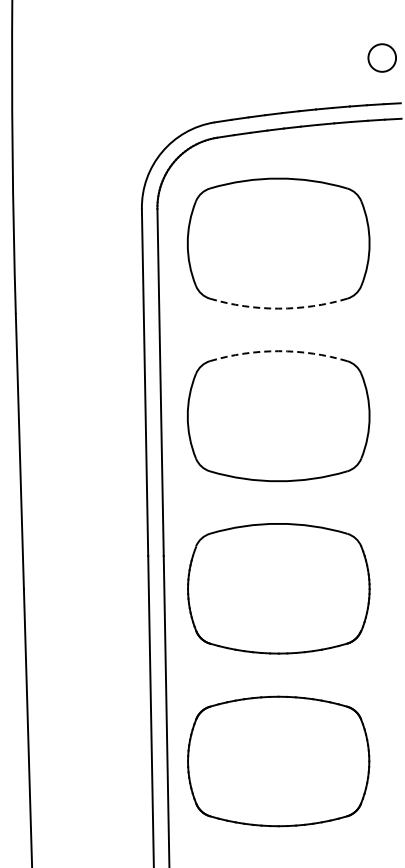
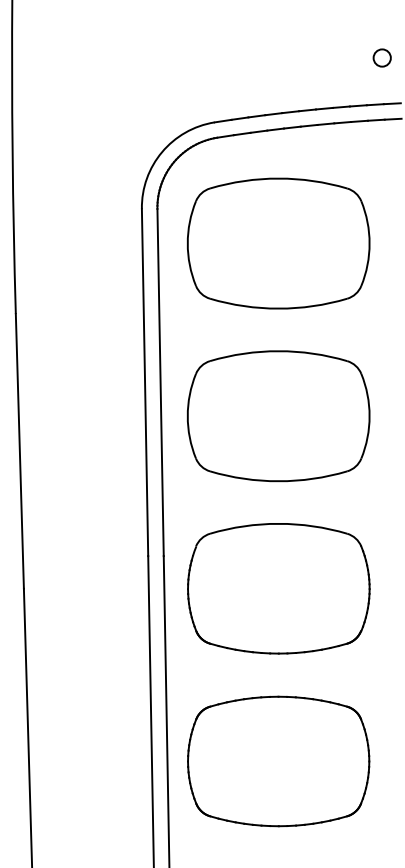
circle at (382, 57) diameter: 28 px -> 17 px
arc at (278, 308): dashed -> solid
arc at (278, 351): dashed -> solid
